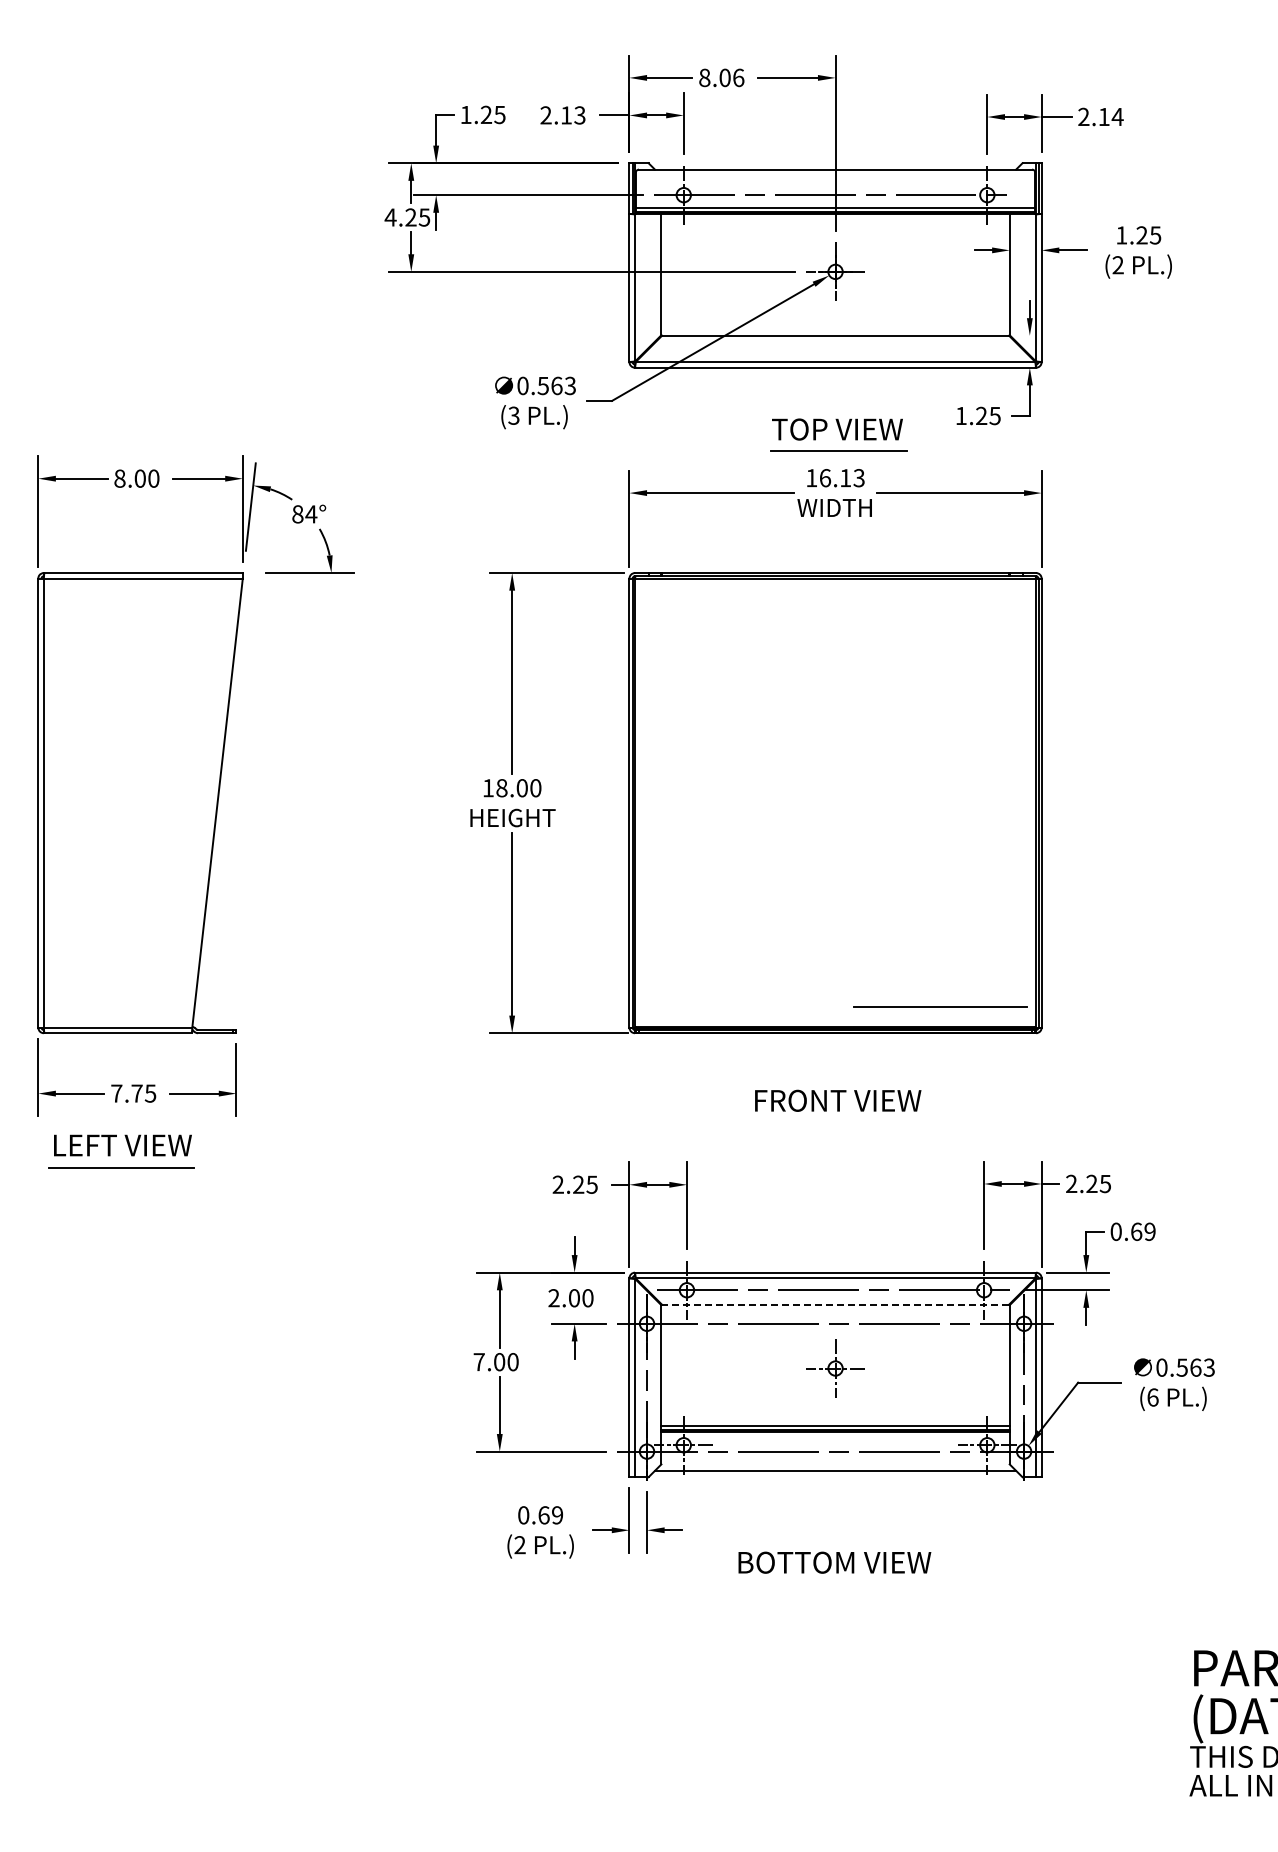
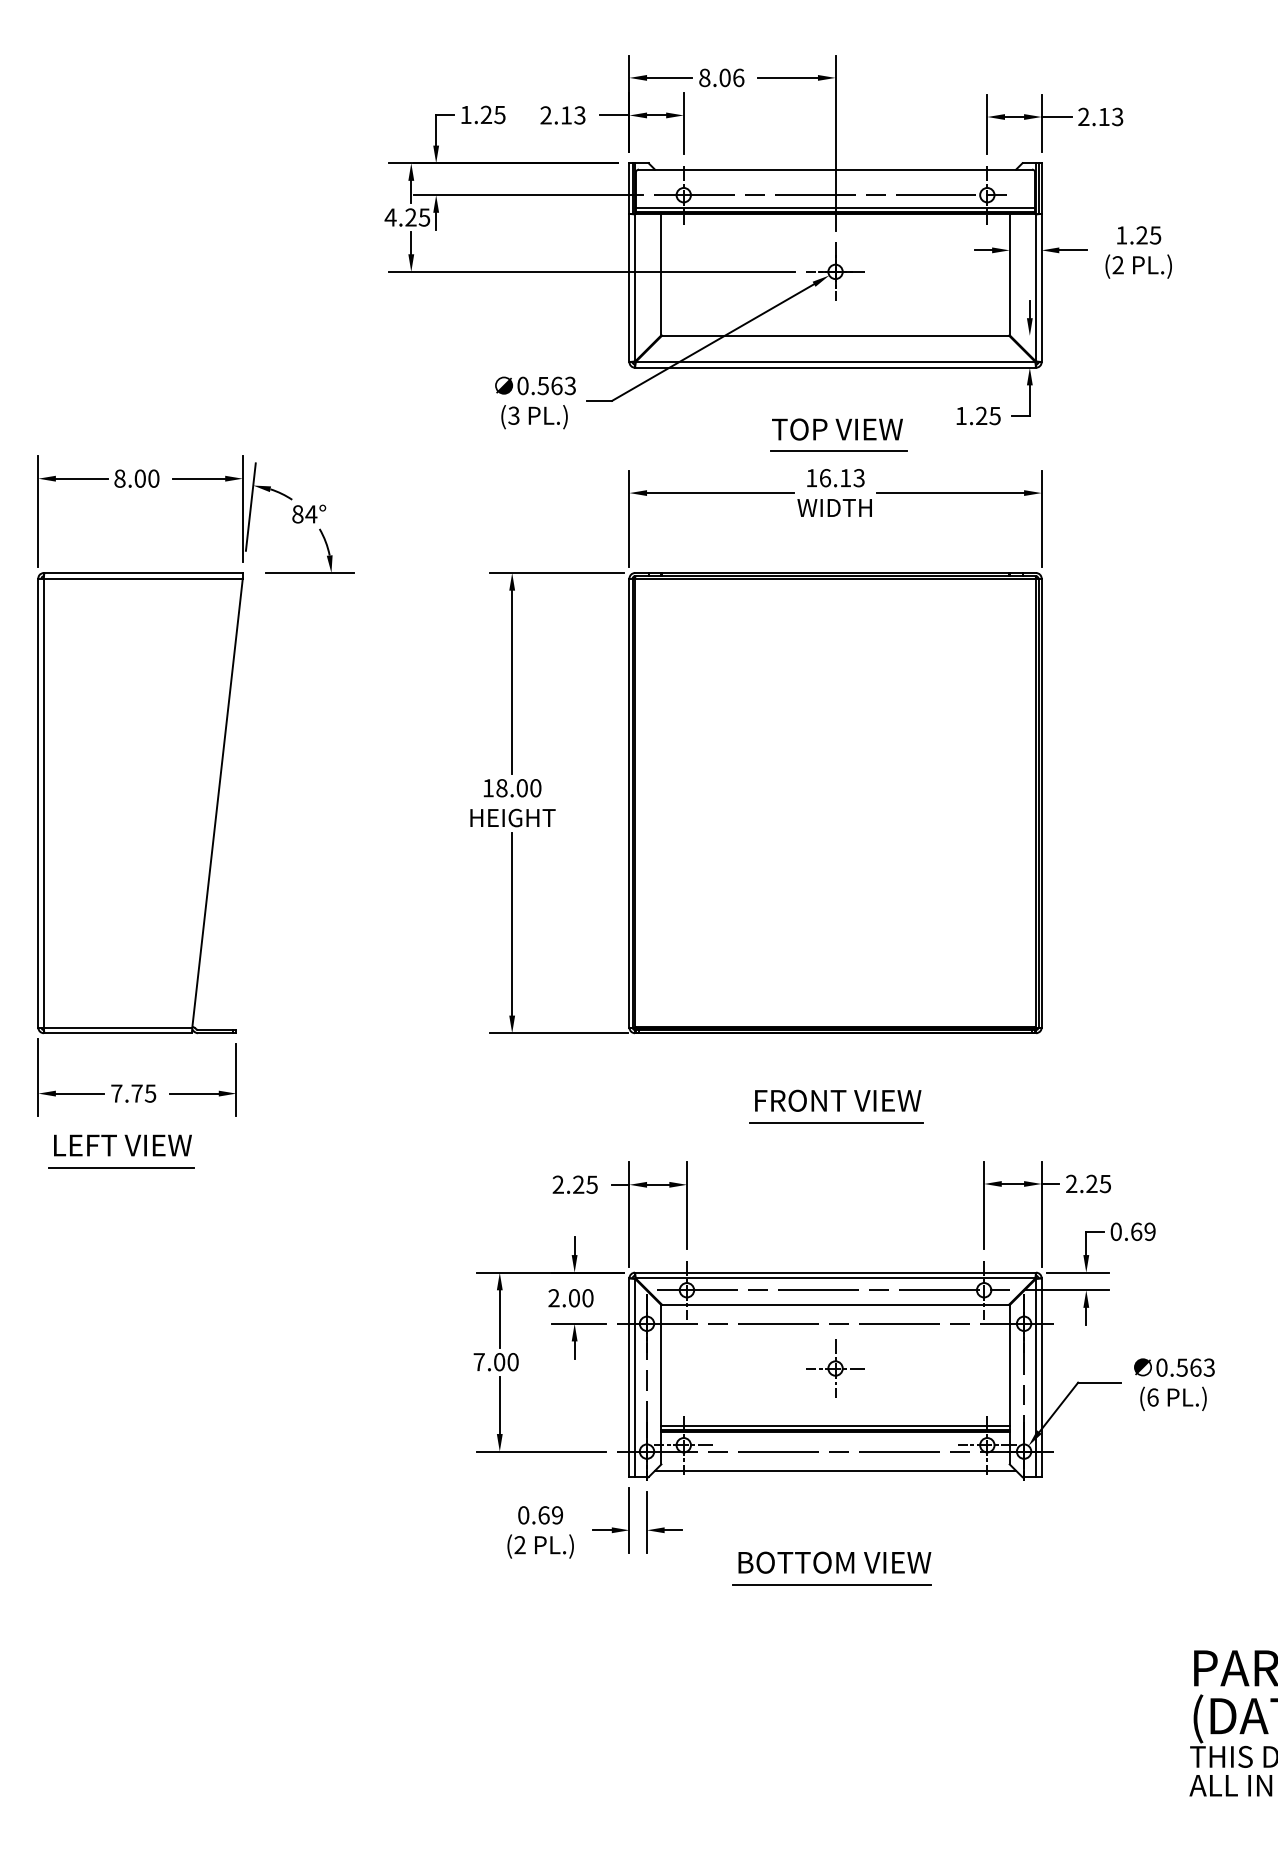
text at (1117, 116): 2.14 -> 2.13
line at (940, 1006) position: (940, 1006) -> (836, 1122)
line at (835, 1304): dashed -> solid
line at (831, 1584): none -> present
